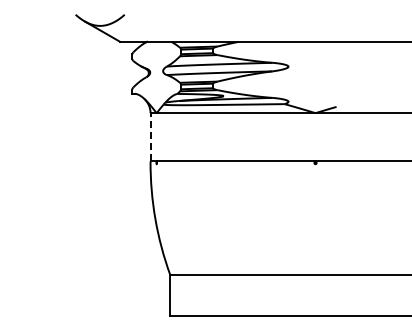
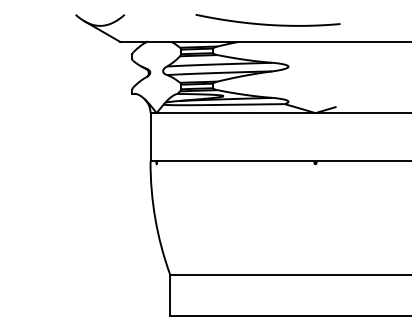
curve at (267, 23): none -> present
line at (150, 136): dashed -> solid
